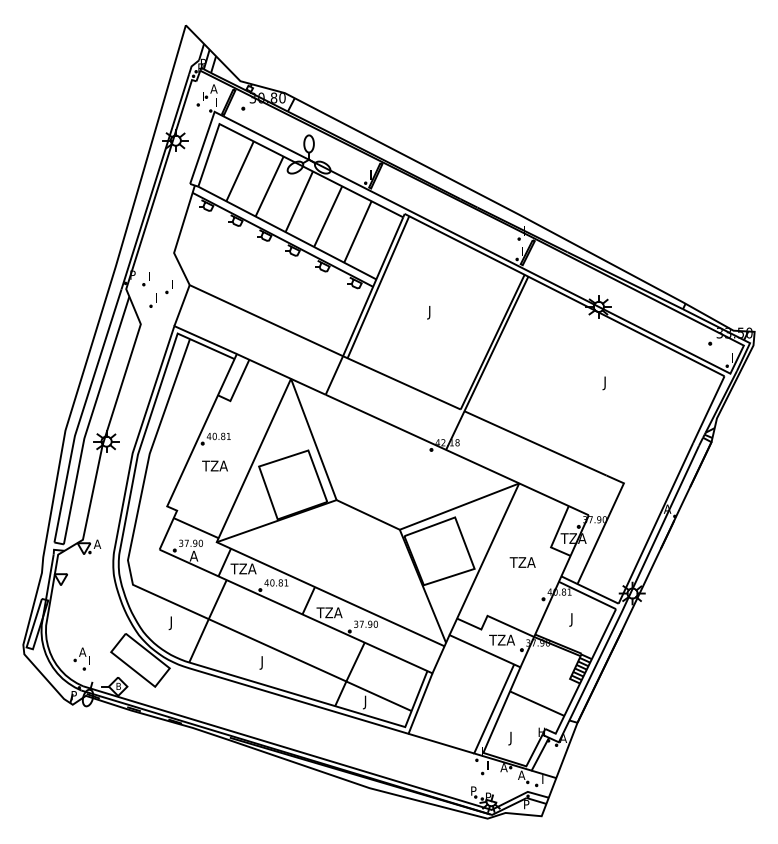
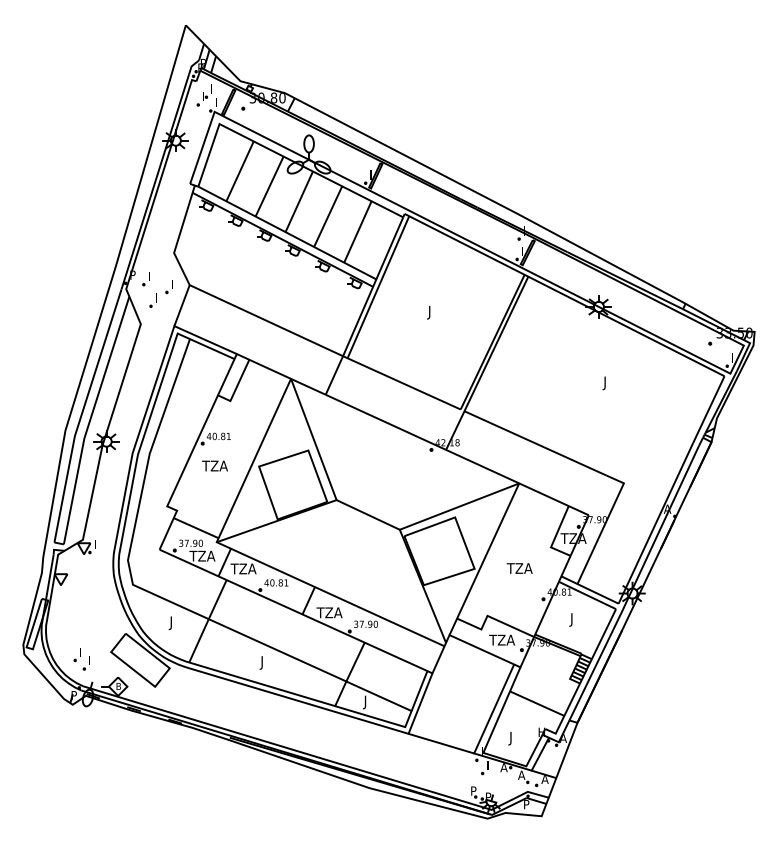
text at (213, 88): A -> I
text at (97, 543): A -> I
text at (202, 555): A -> TZA
text at (522, 562) position: (522, 562) -> (519, 568)
text at (82, 651): A -> I
text at (544, 779): I -> A
